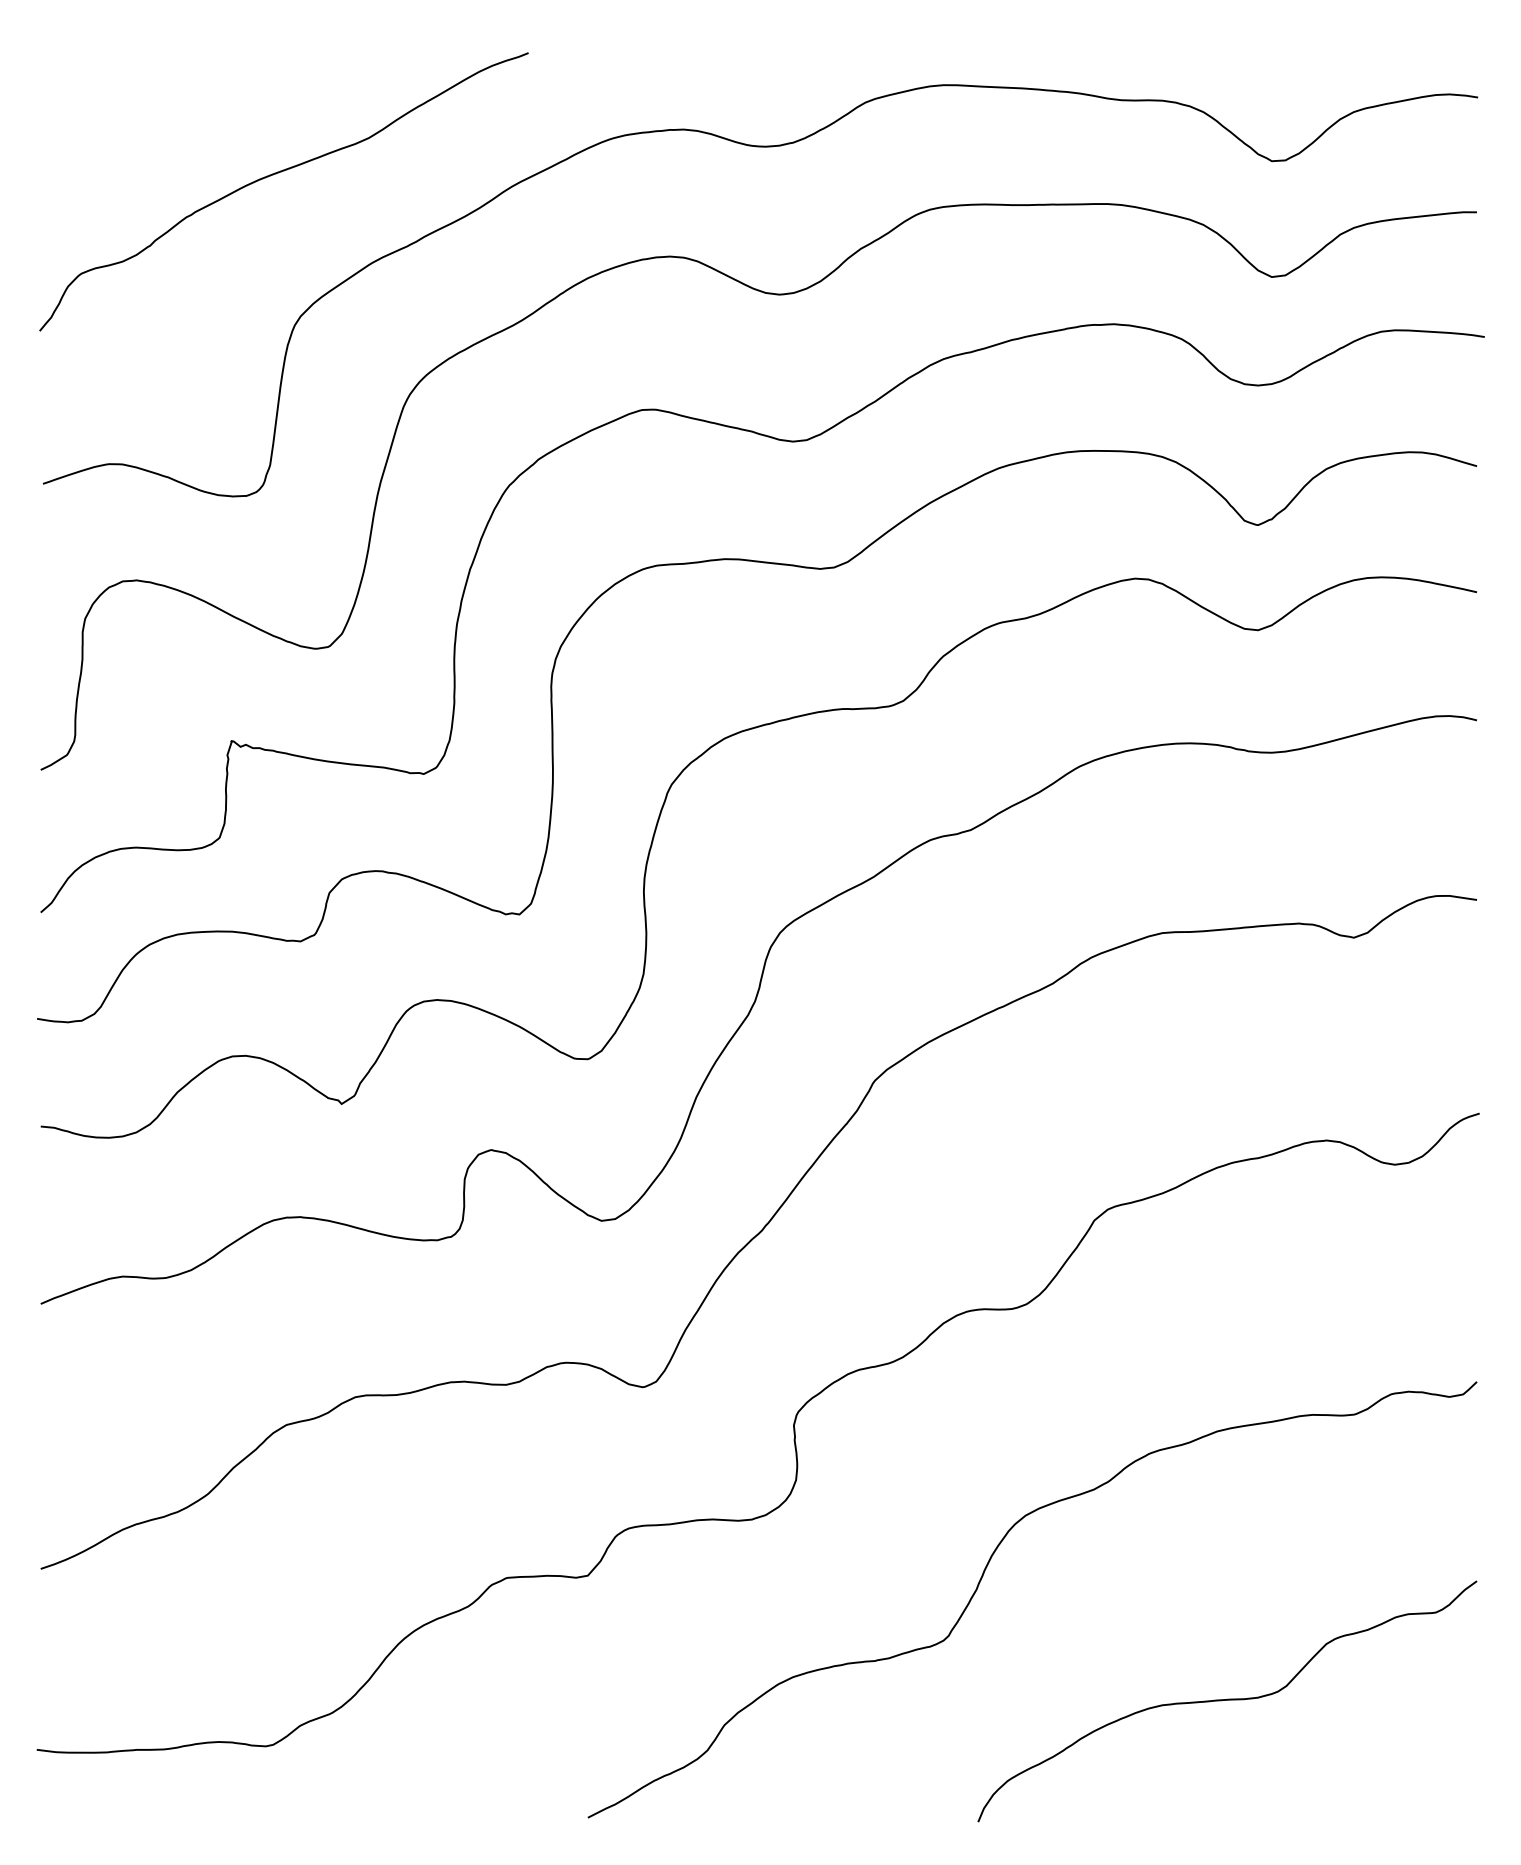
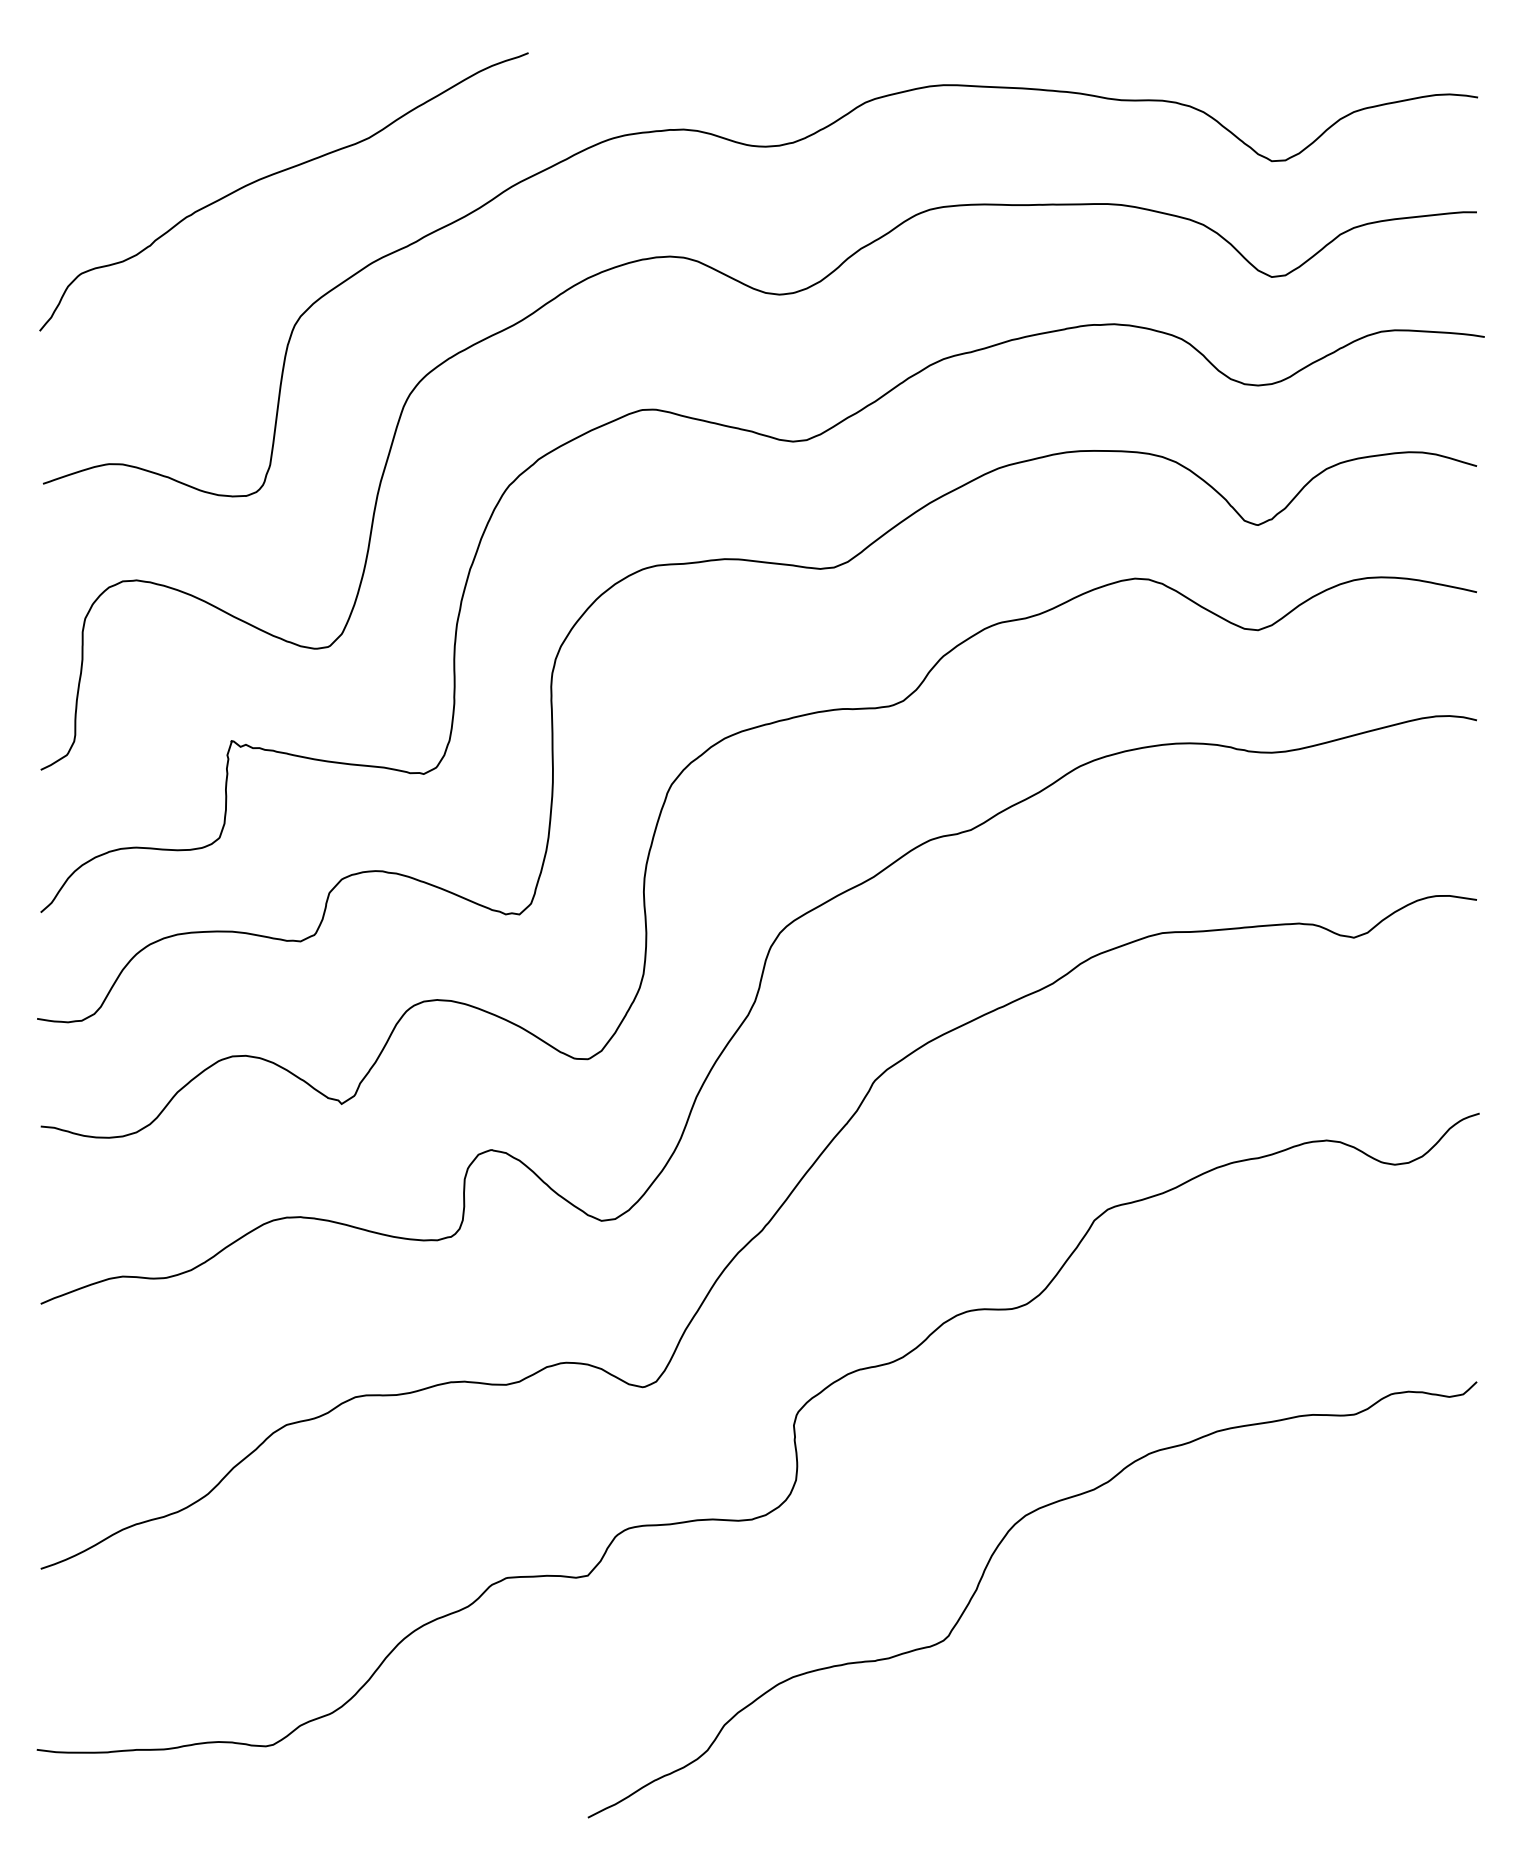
curve at (1227, 1700): present -> none
